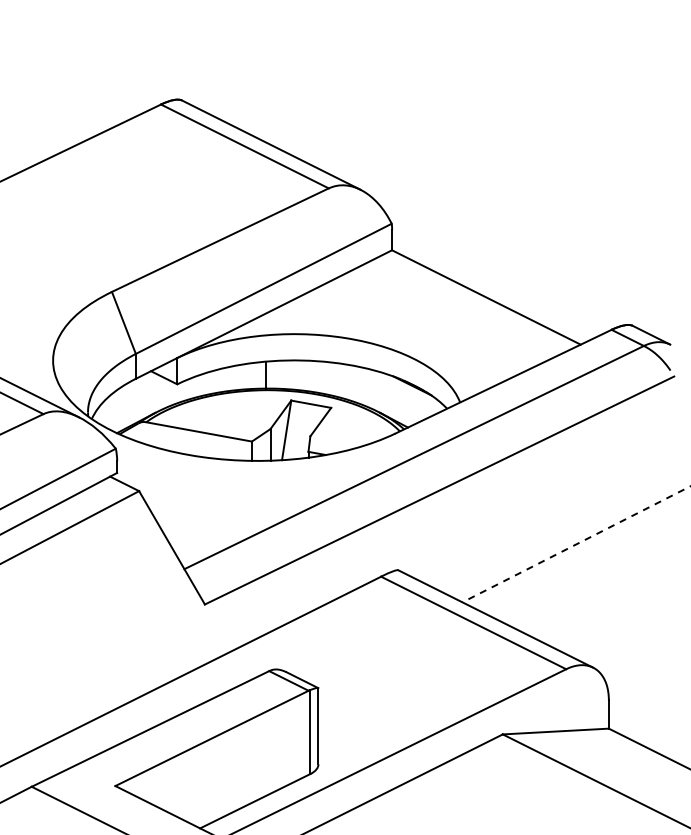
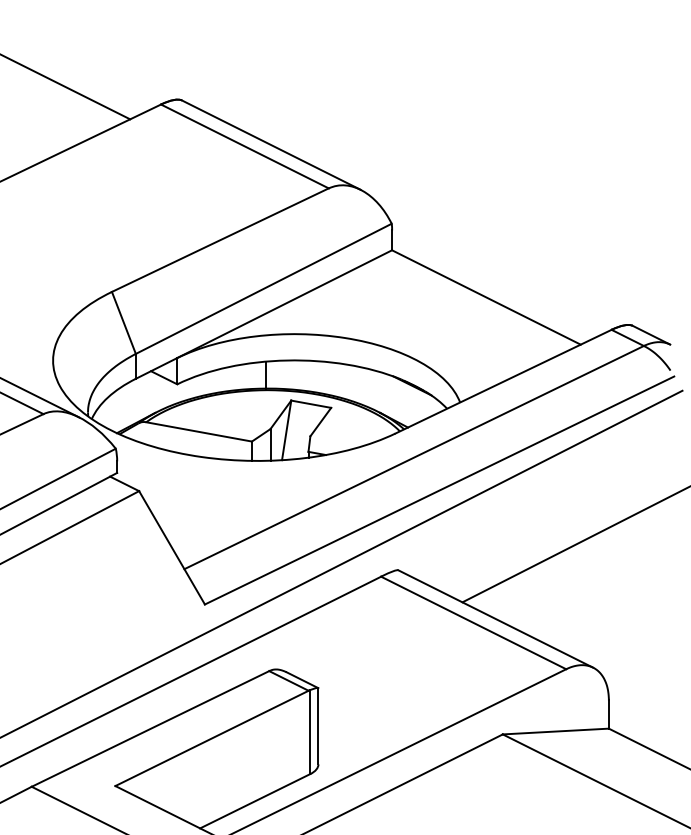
line at (66, 87): none -> present
line at (576, 544): dashed -> solid
line at (342, 563): none -> present
